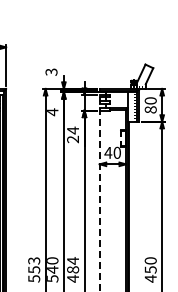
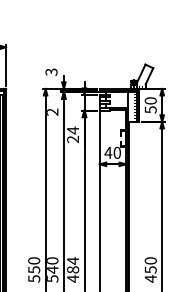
text at (150, 109): 80 -> 50
text at (52, 112): 4 -> 2
line at (99, 192): dashed -> solid
text at (34, 260): 553 -> 550
